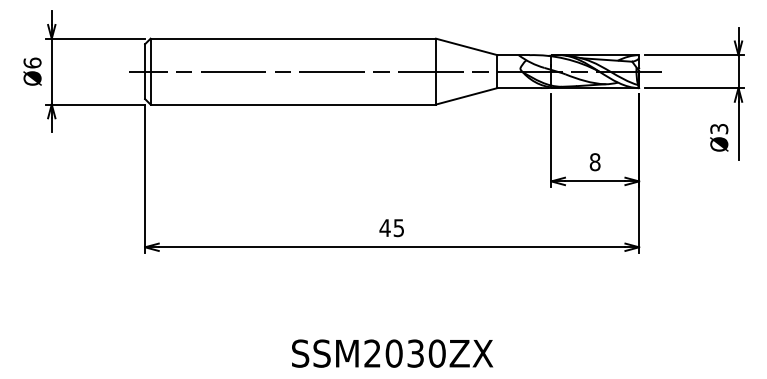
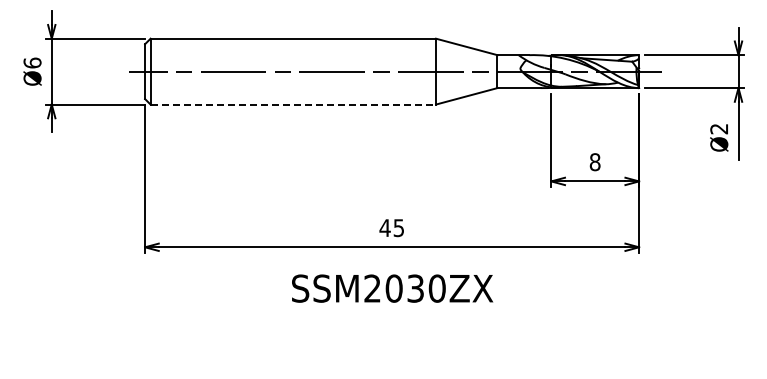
line at (293, 104): solid -> dashed
text at (719, 129): Ø3 -> Ø2
text at (392, 353) position: (392, 353) -> (392, 288)
